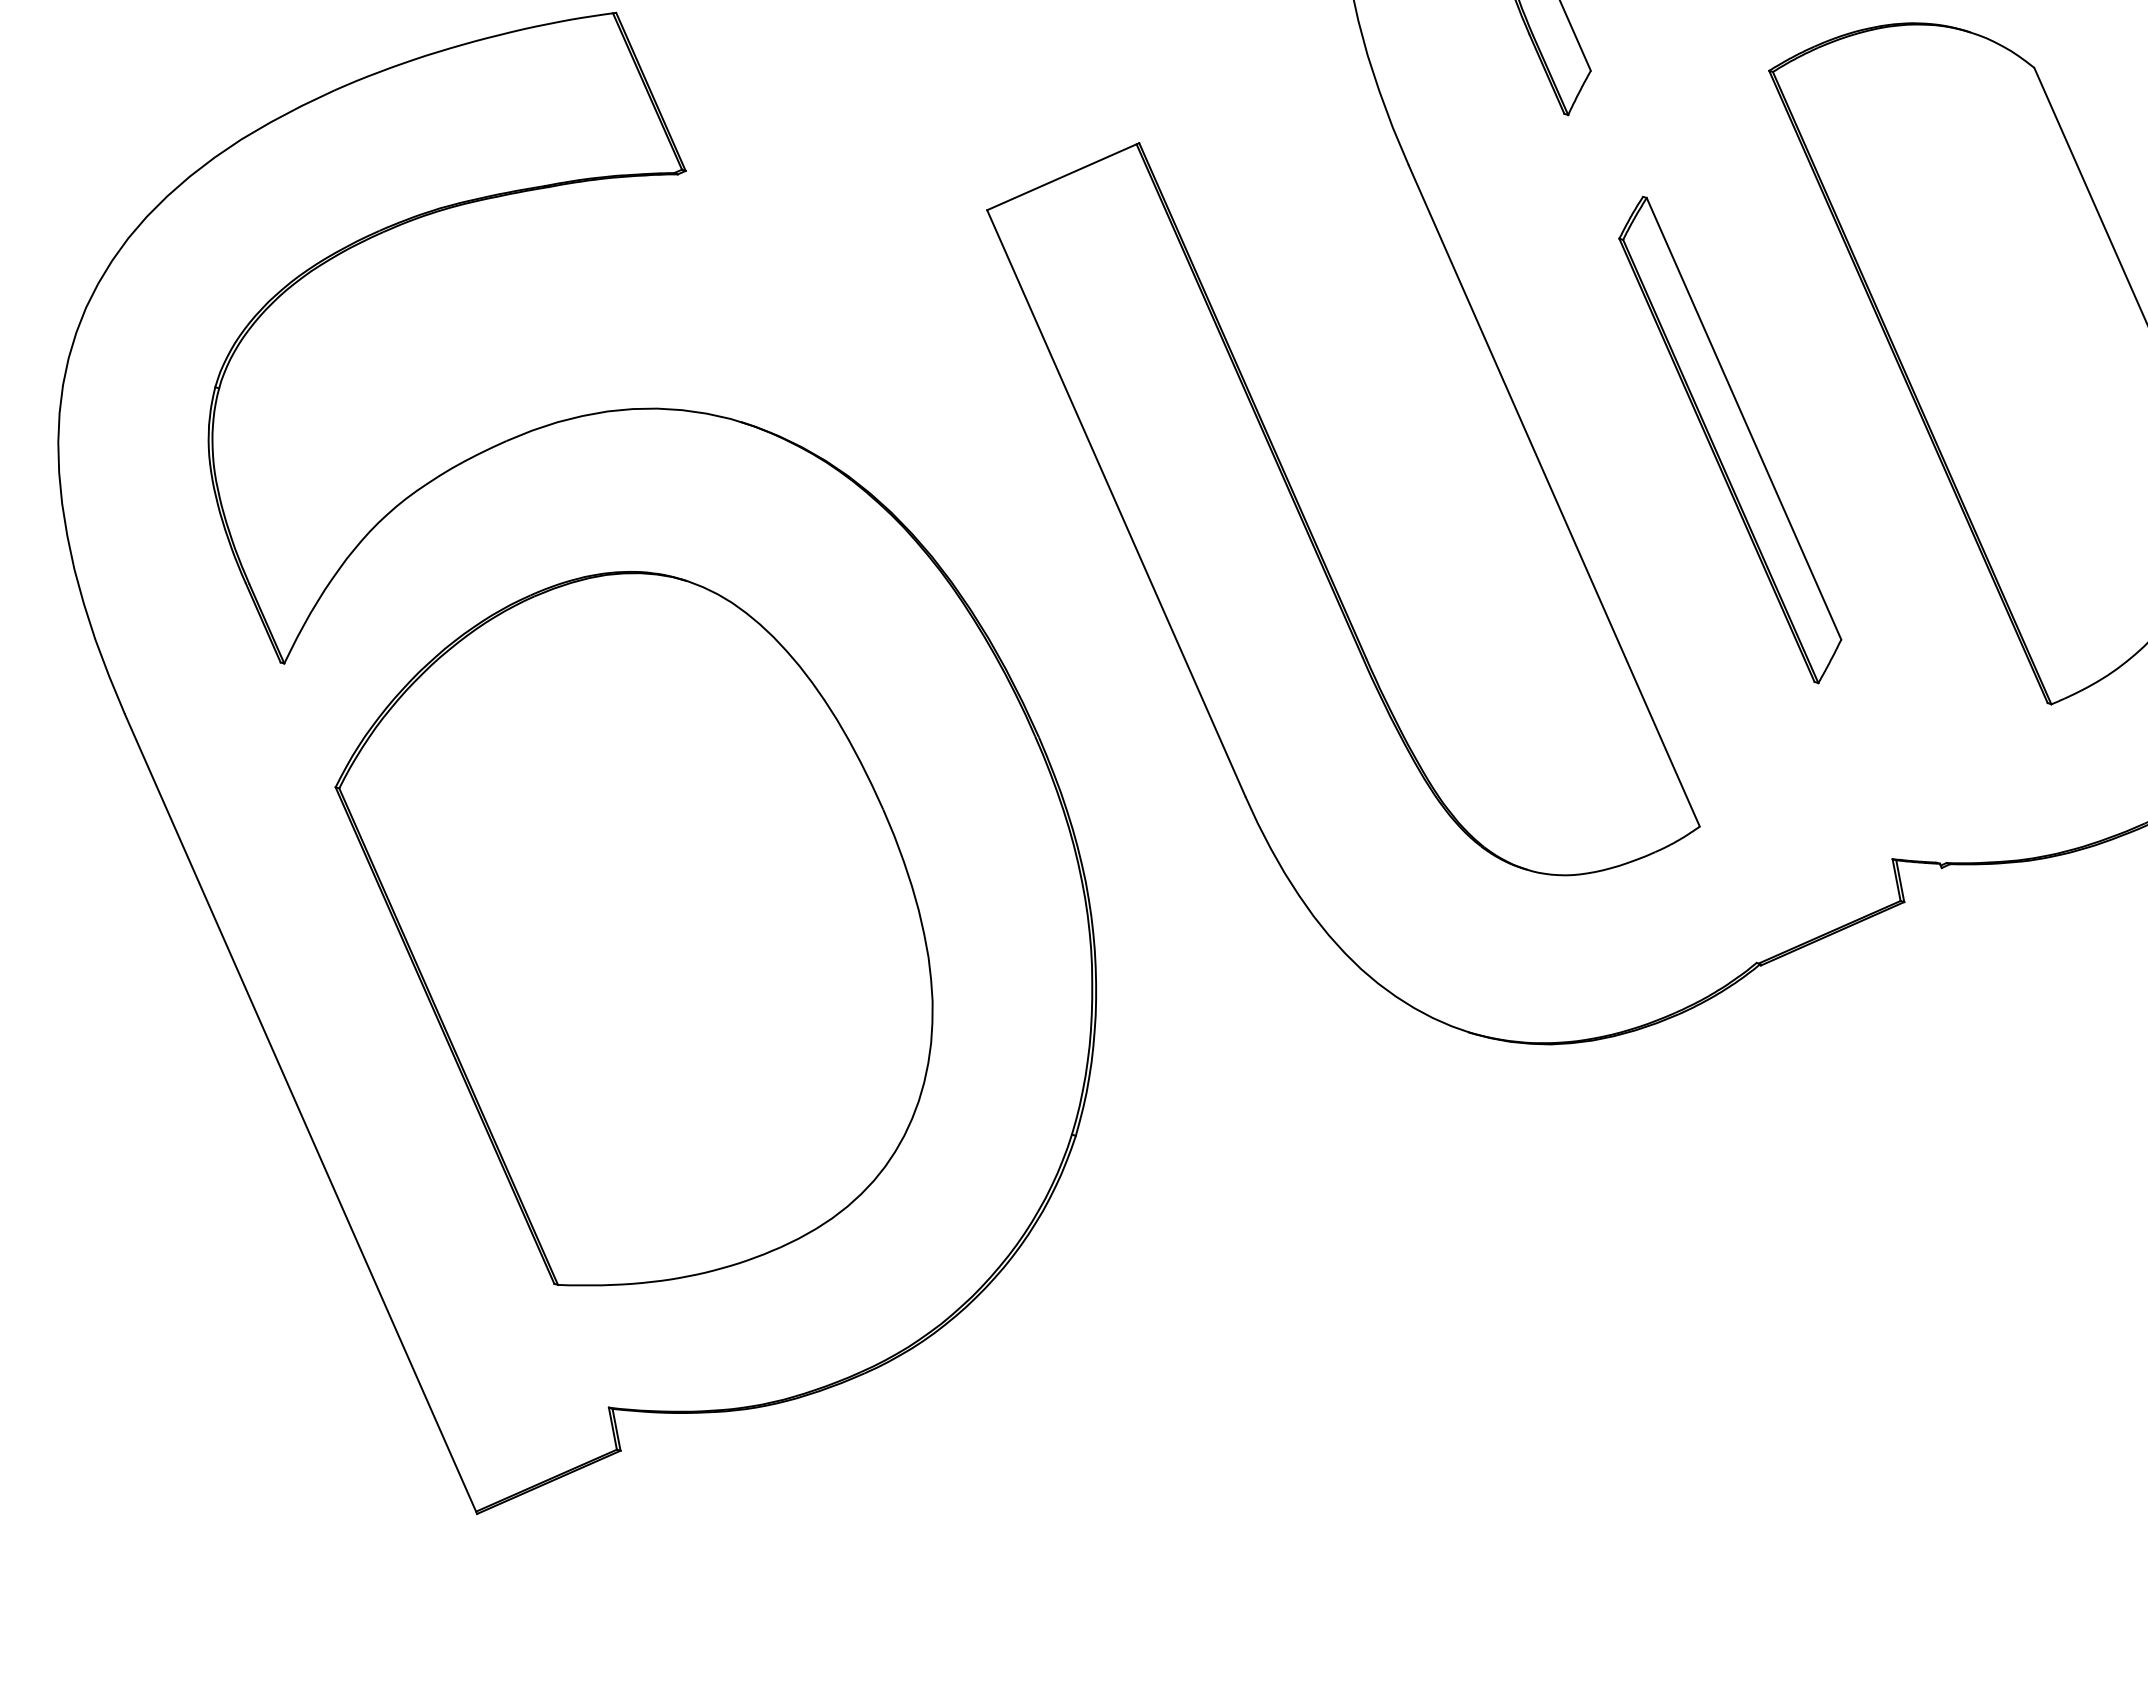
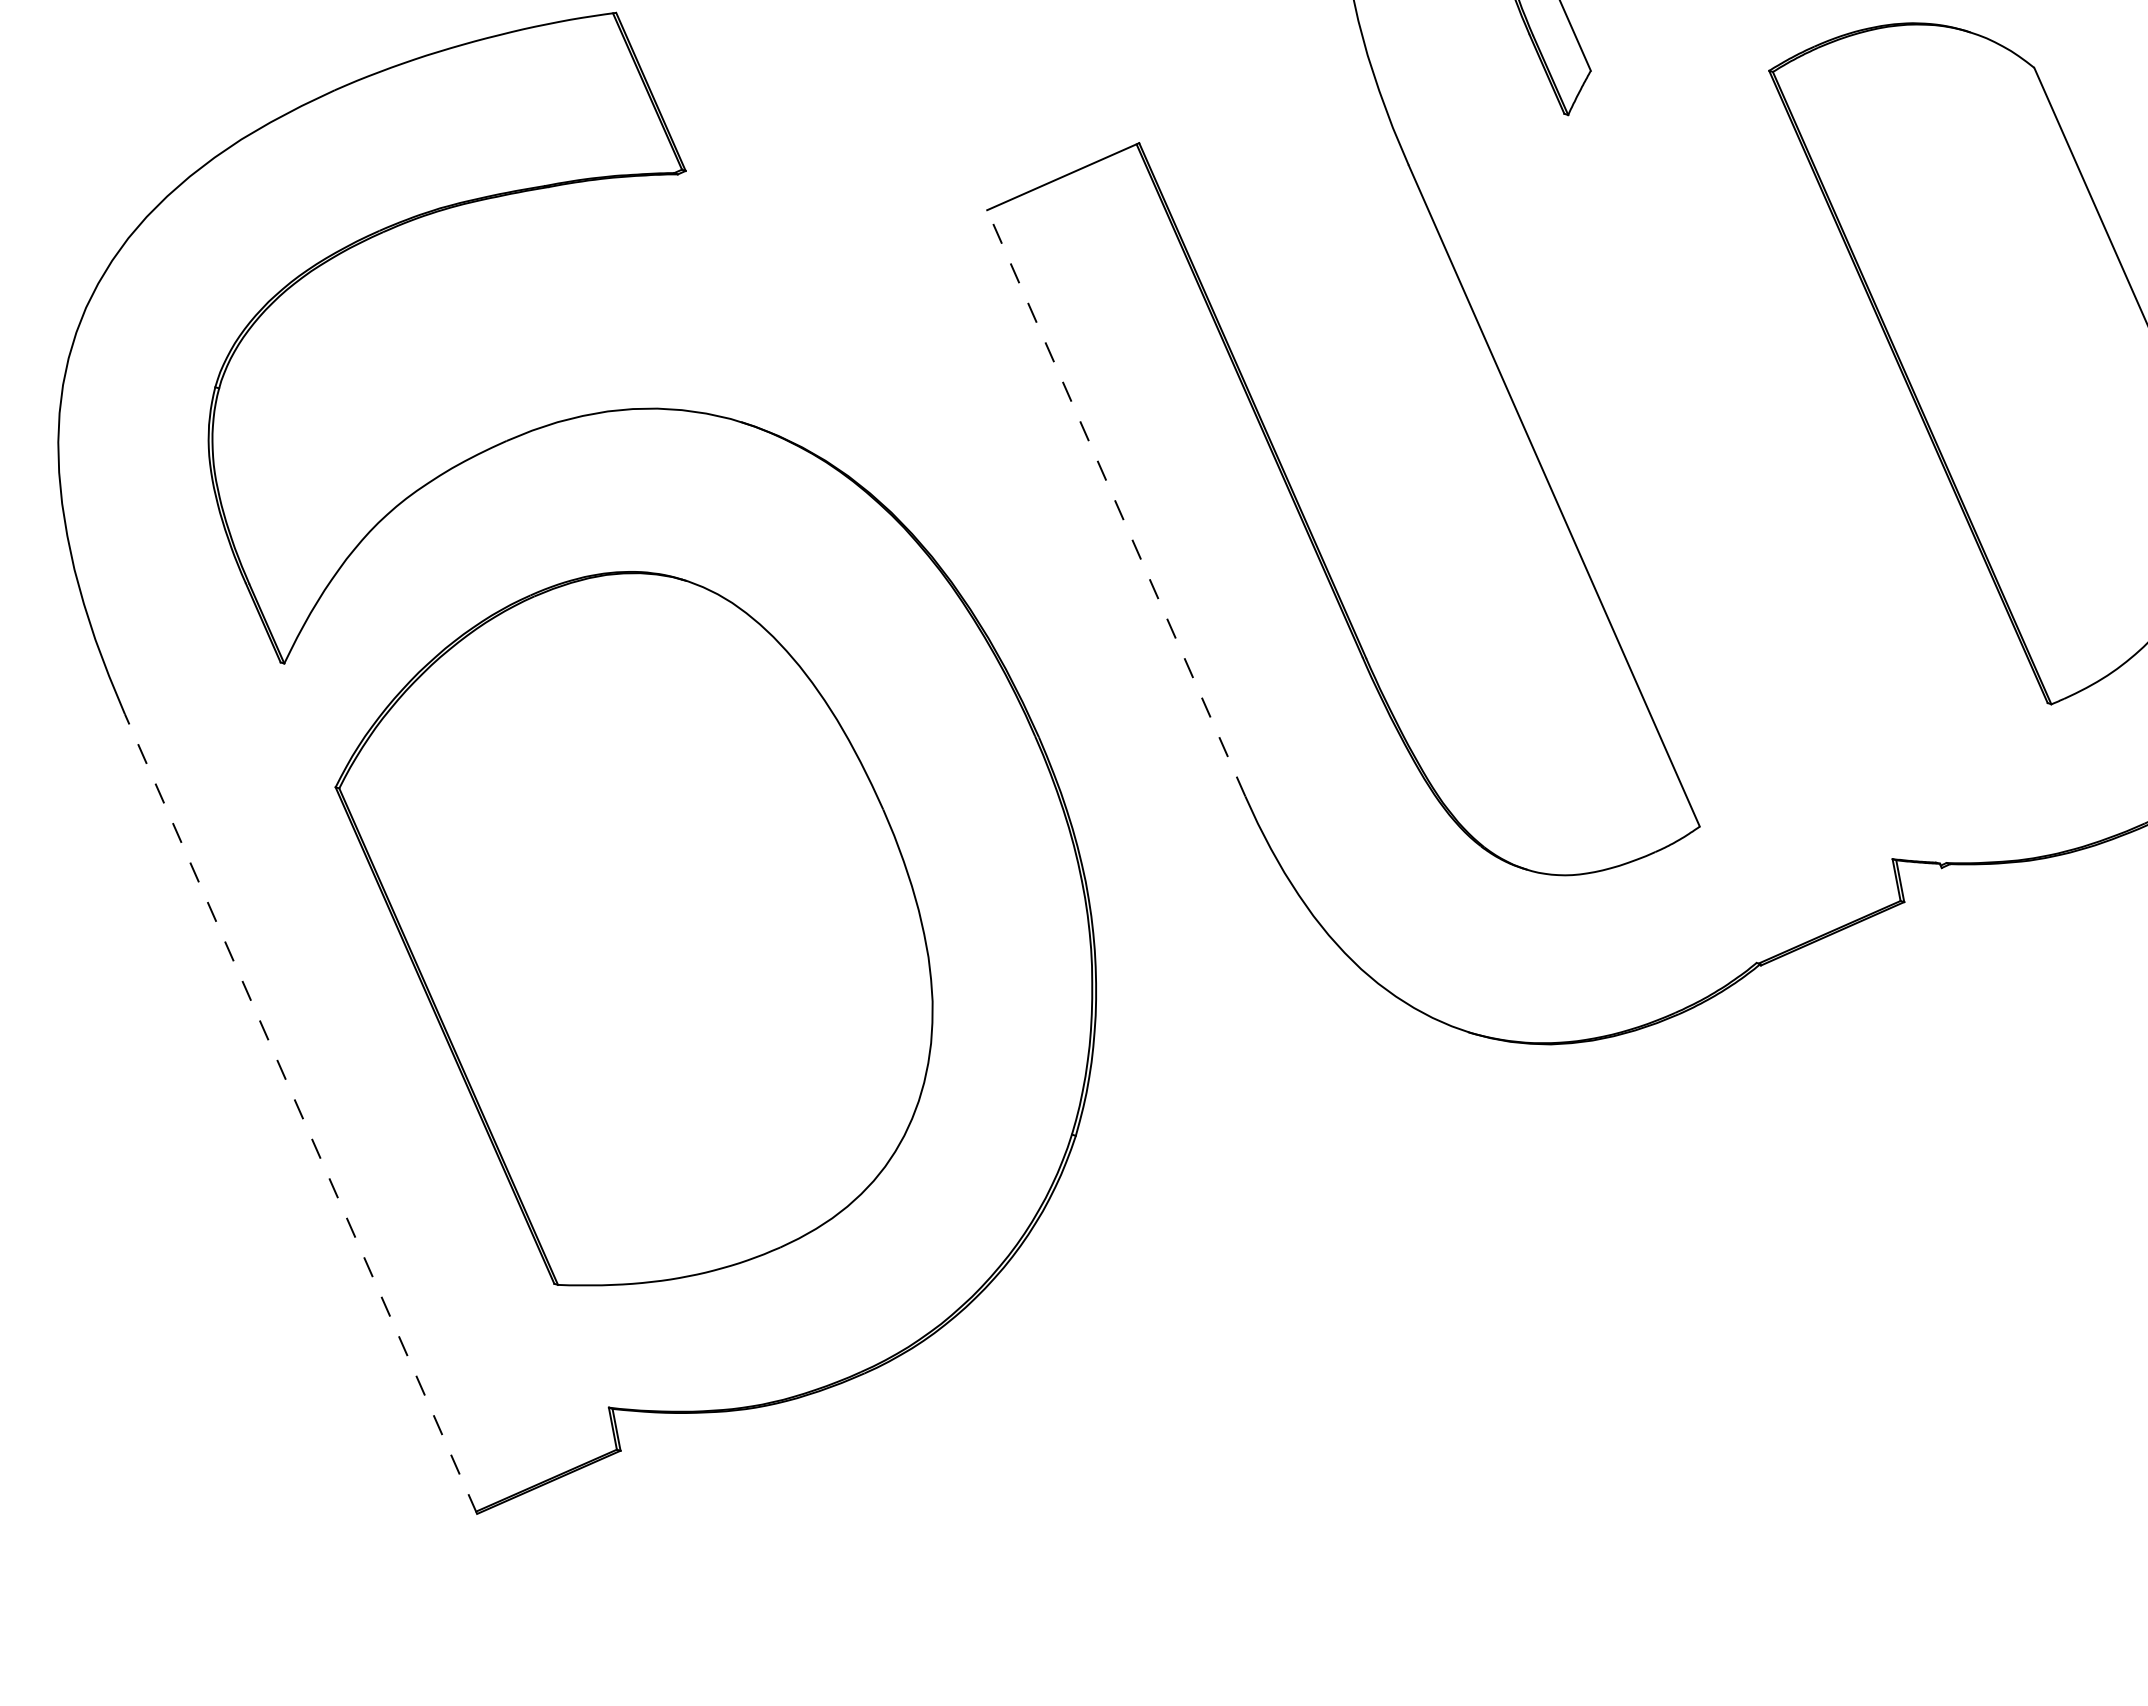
part at (1730, 439): present -> none
line at (1116, 502): solid -> dashed
line at (301, 1114): solid -> dashed
